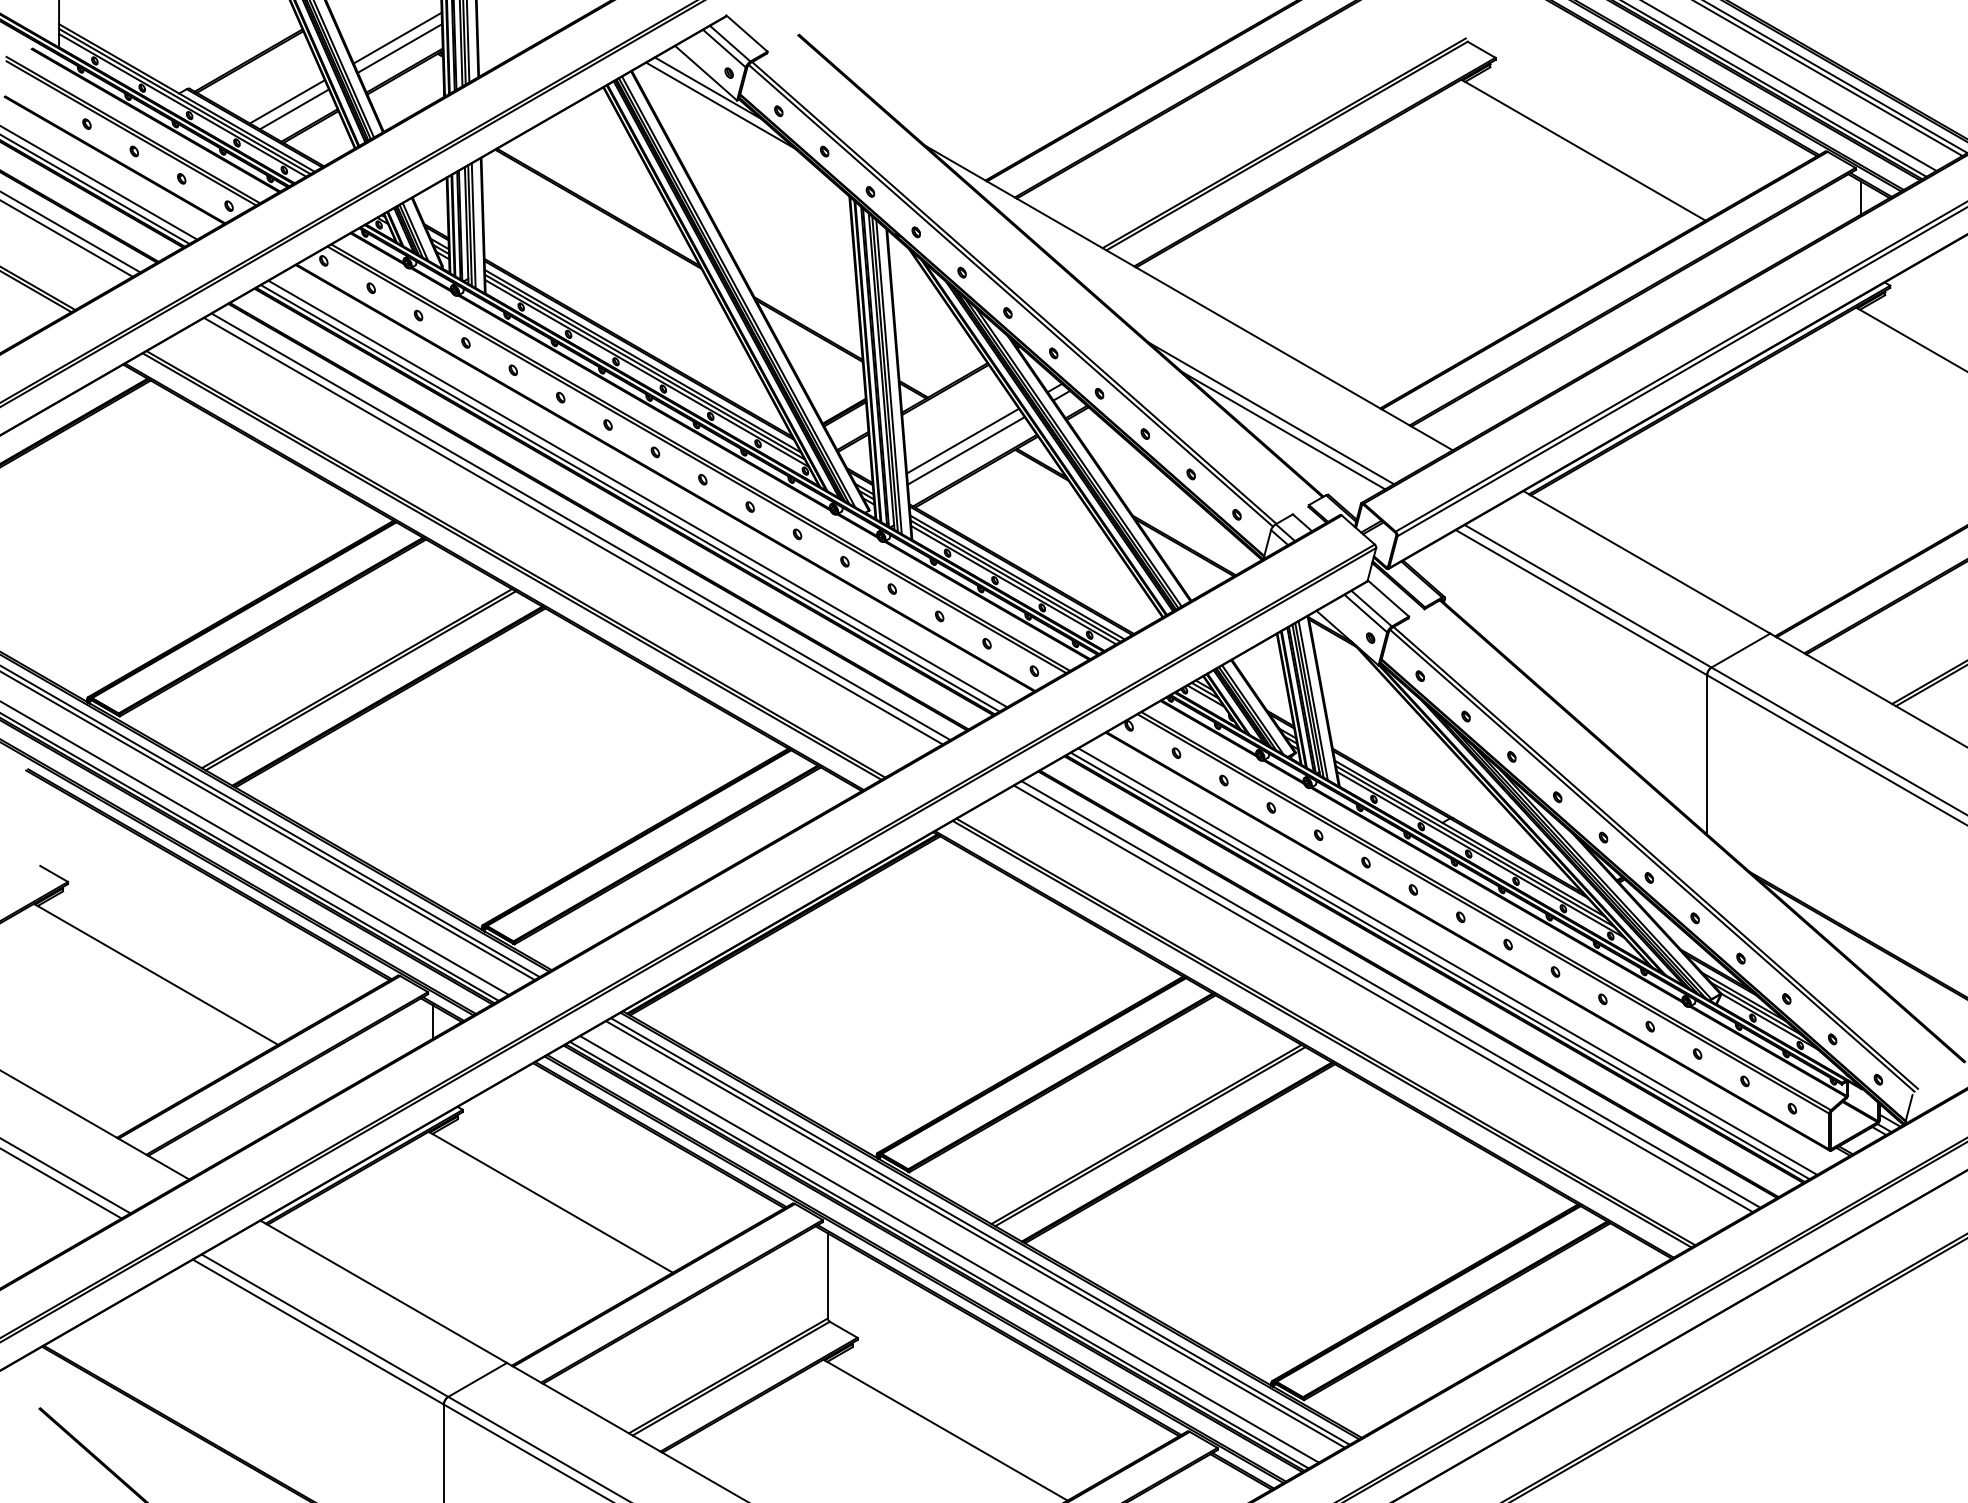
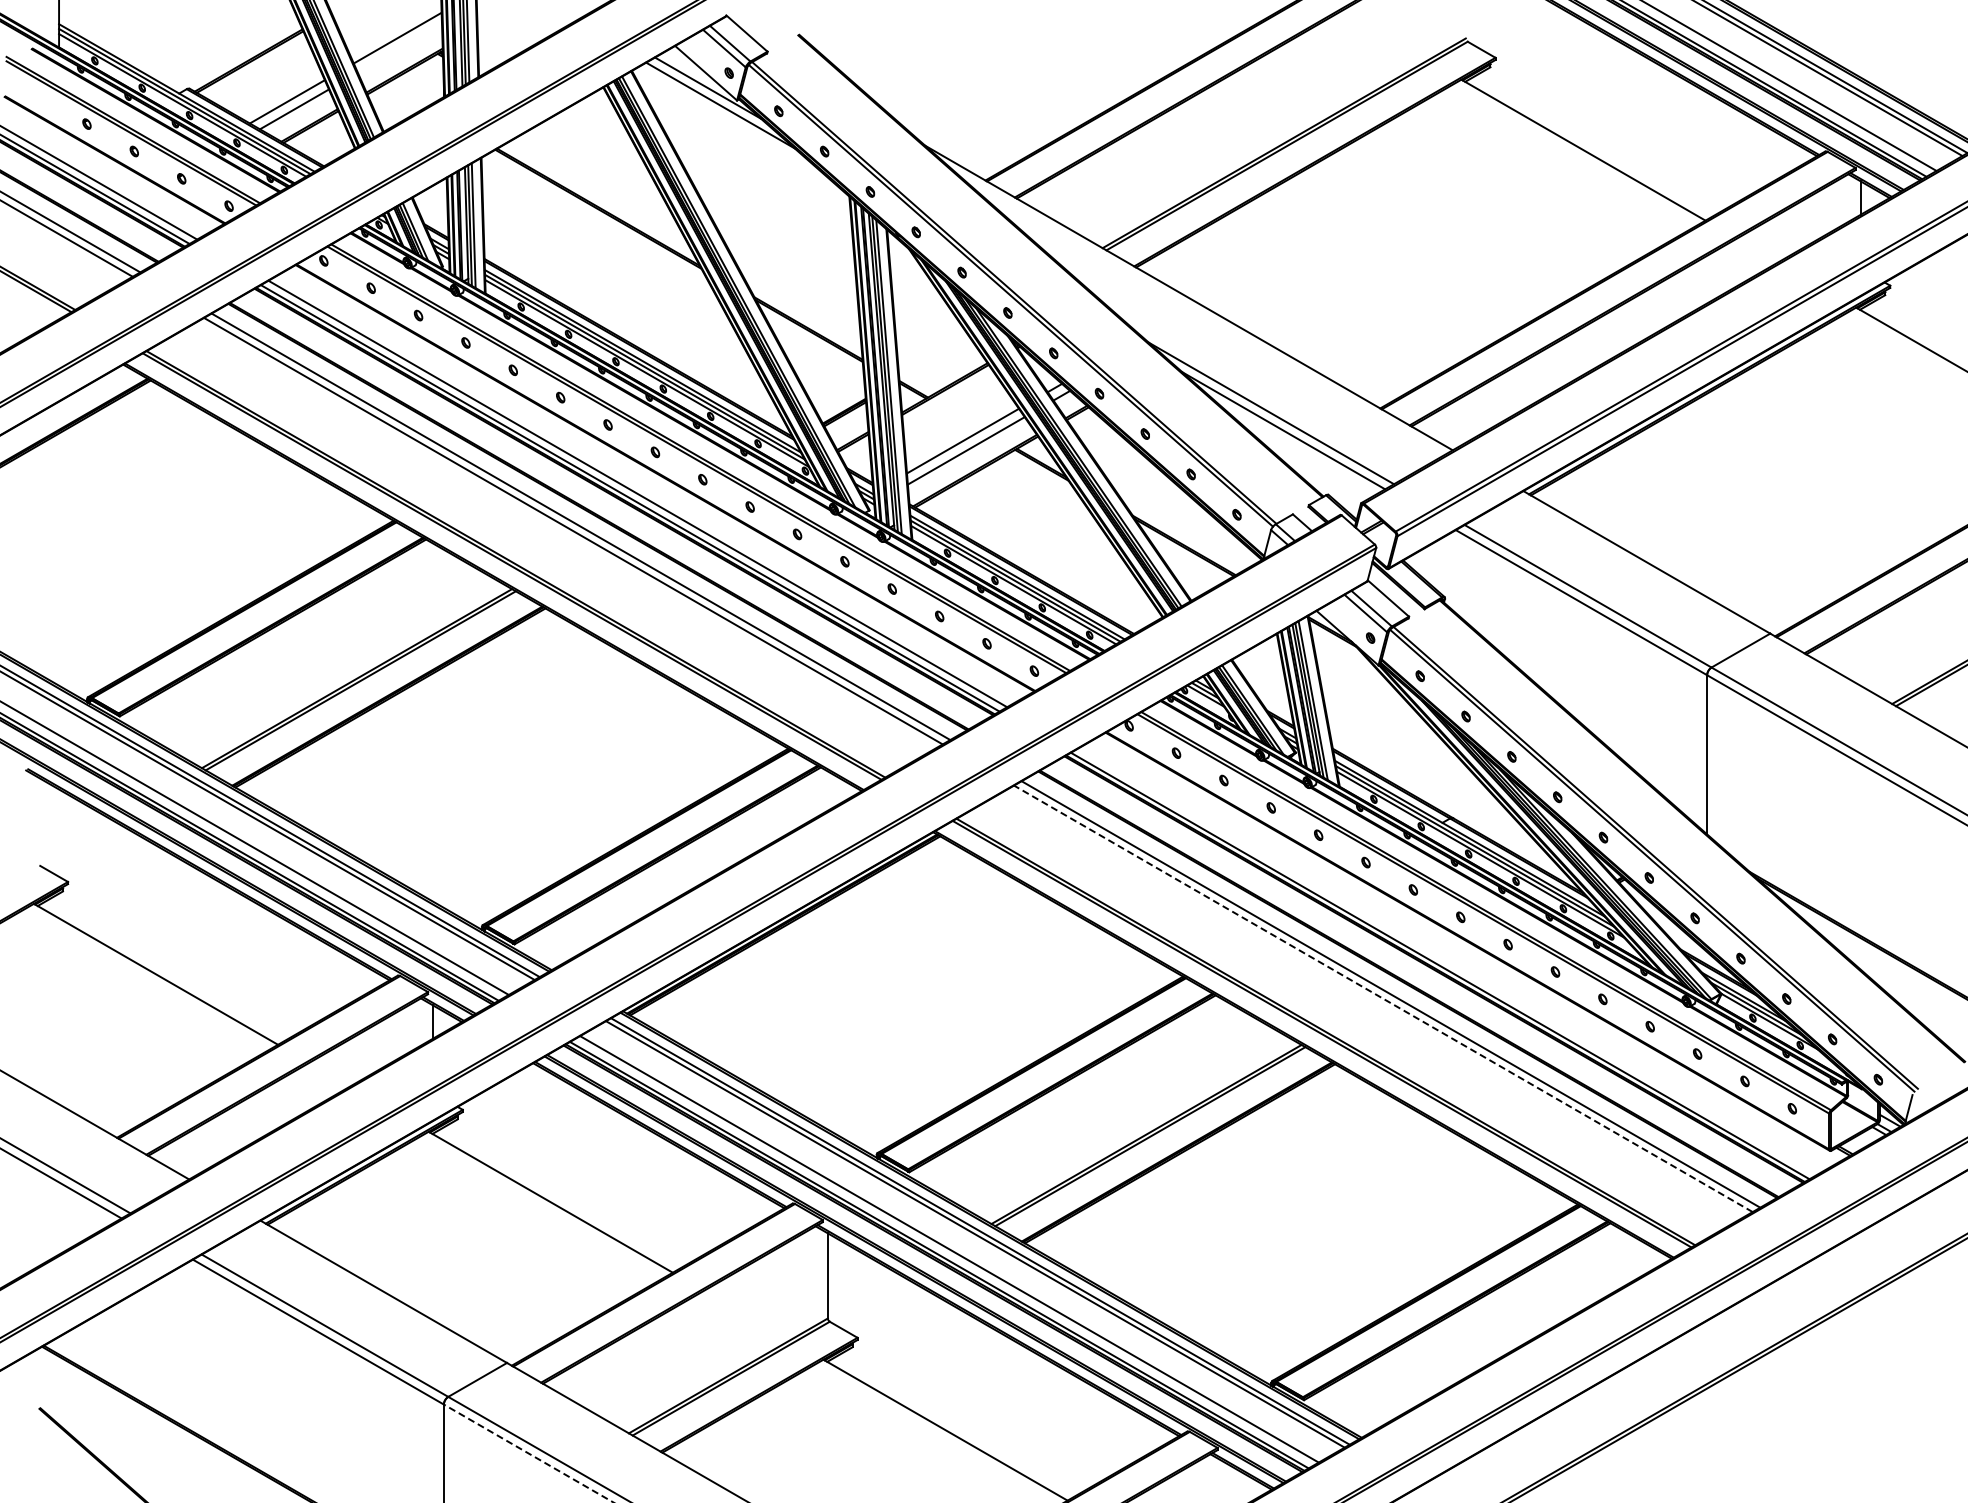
line at (399, 48): present -> none
line at (1447, 961): present -> none
line at (1382, 998): solid -> dashed
line at (528, 1453): solid -> dashed
